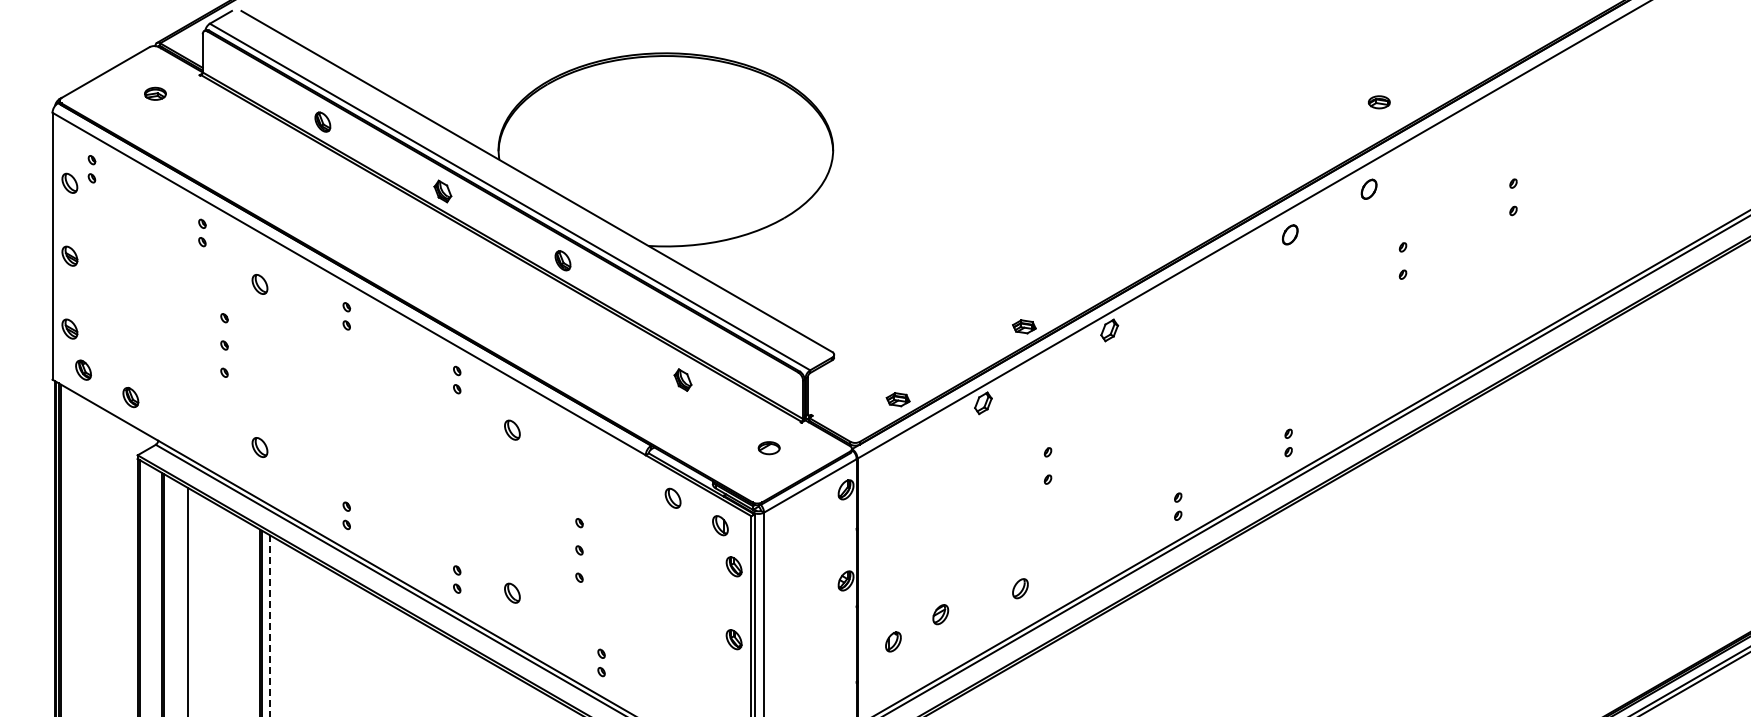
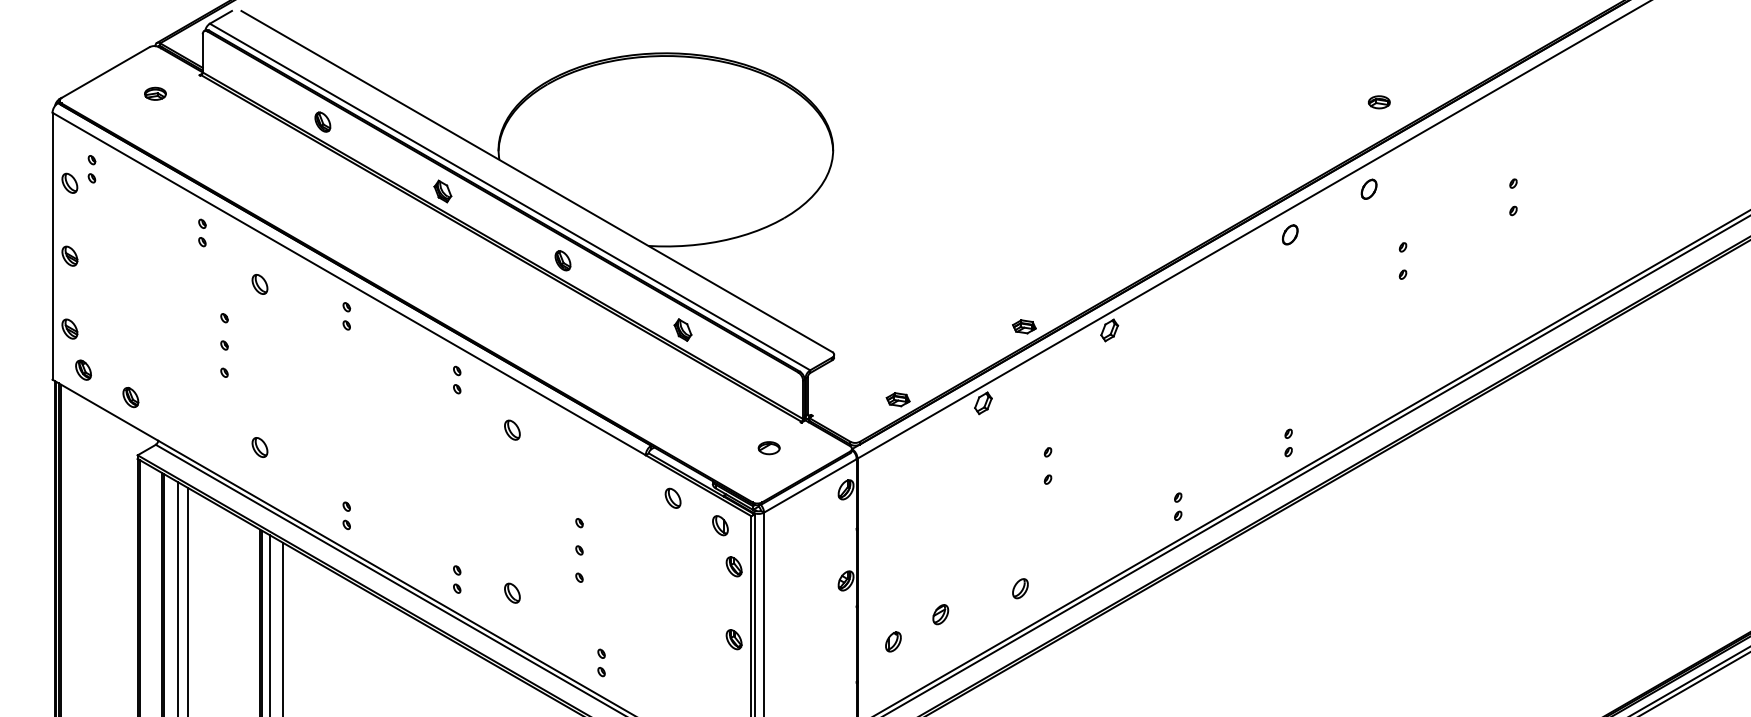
part at (682, 379) position: (682, 379) -> (682, 329)
line at (178, 597): none -> present
line at (270, 626): dashed -> solid
line at (282, 627): none -> present
